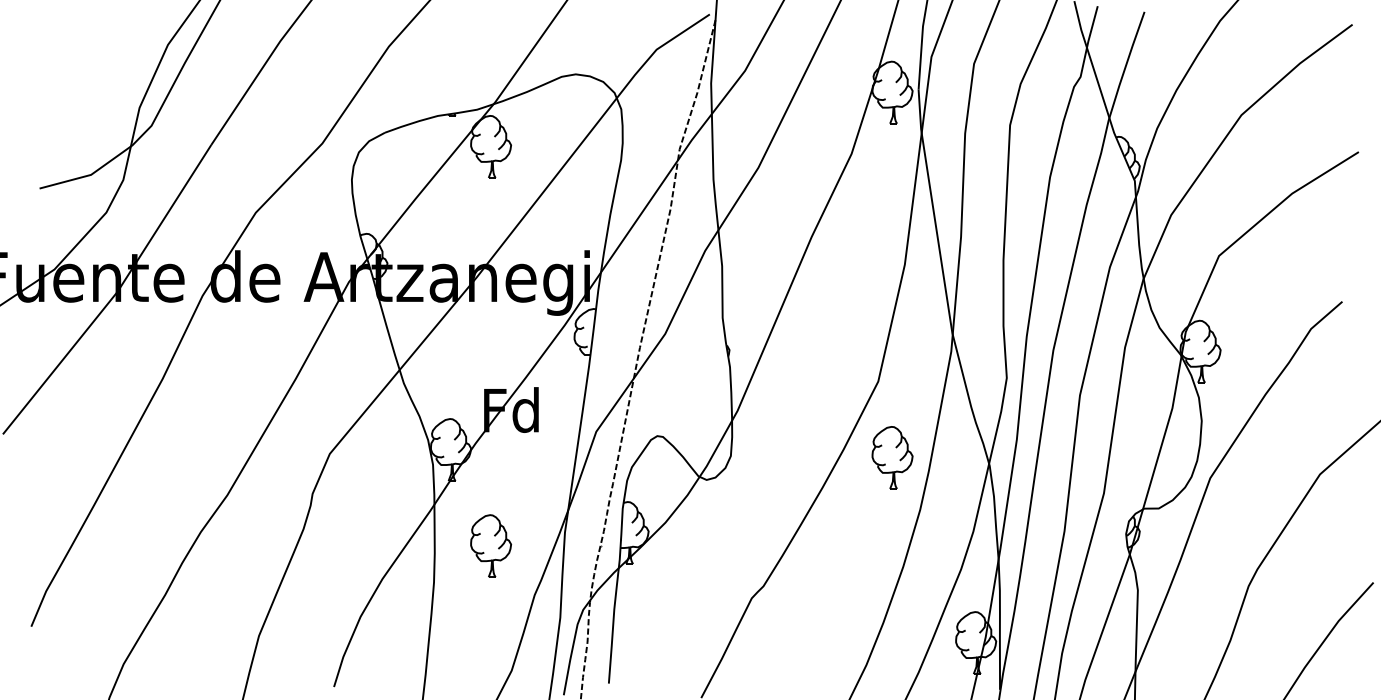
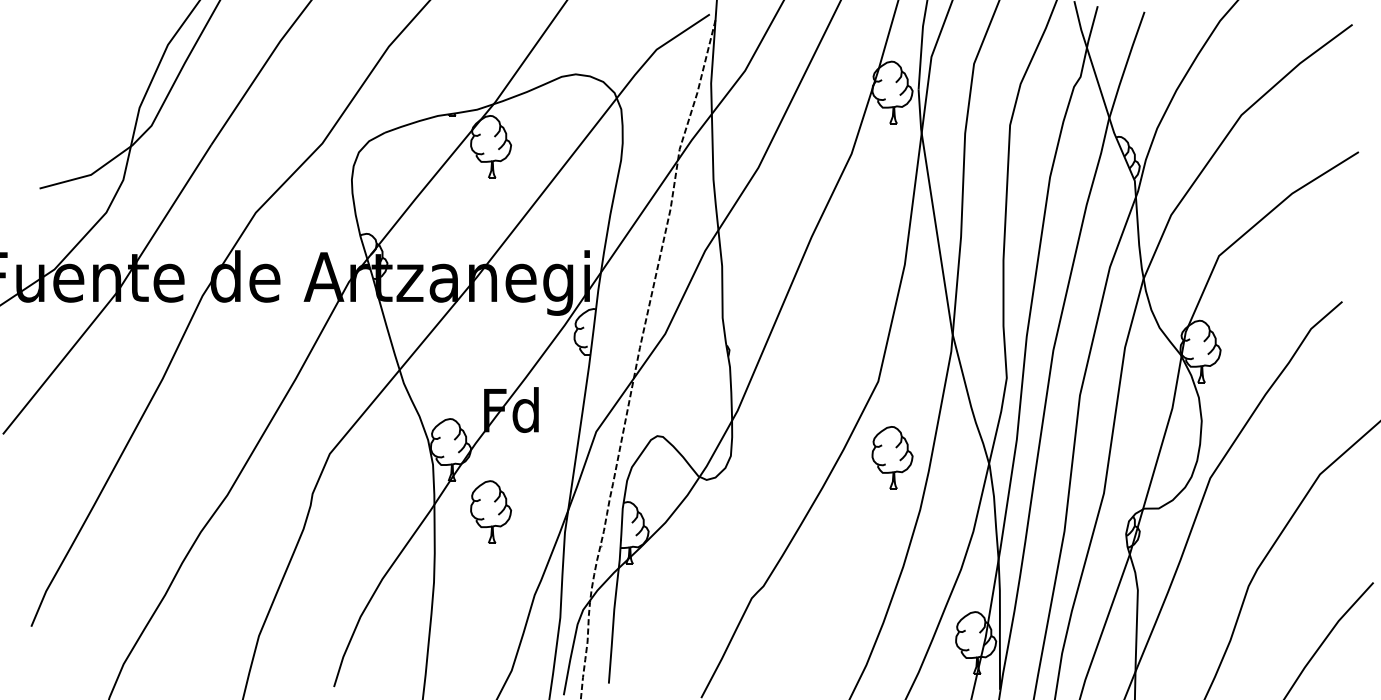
part at (491, 545) position: (491, 545) -> (491, 511)
